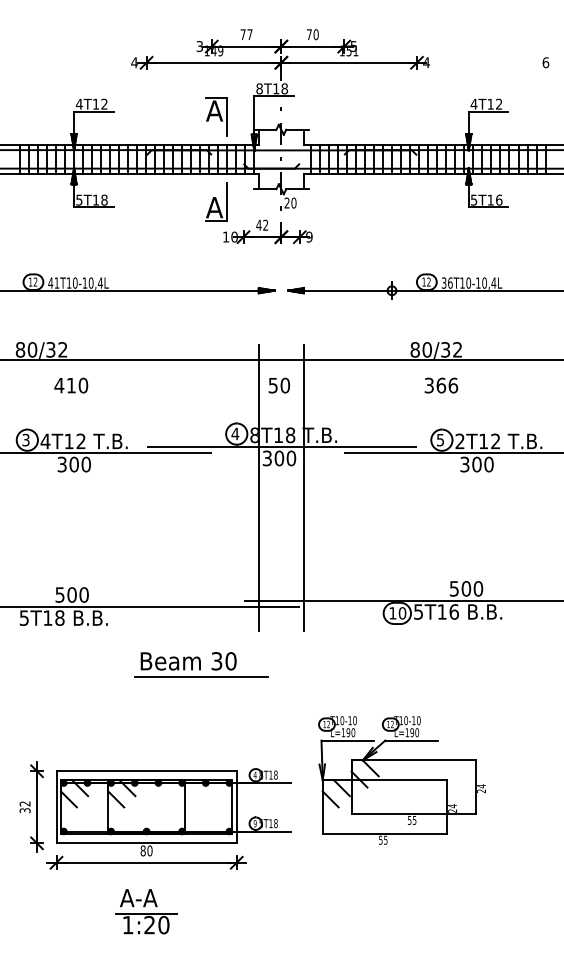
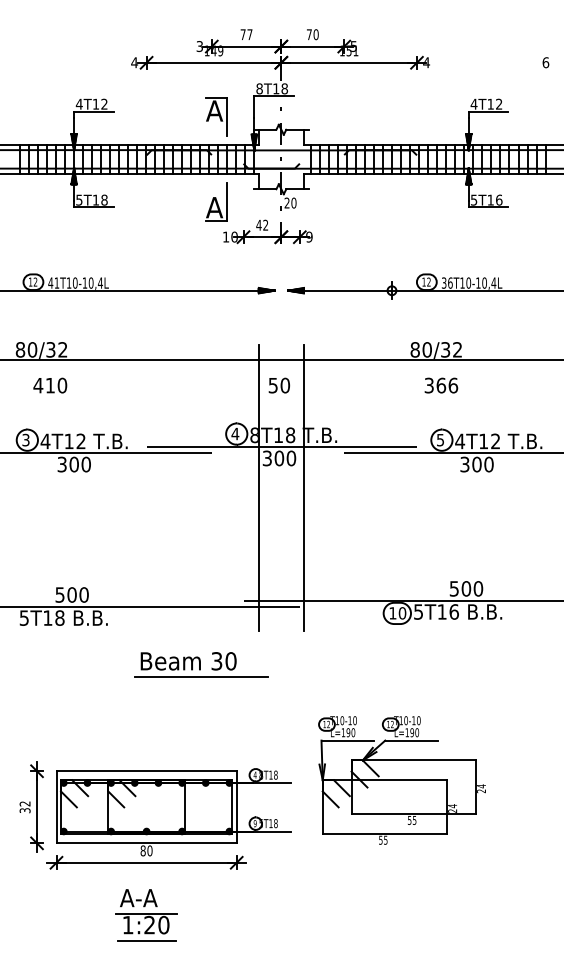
text at (71, 385) position: (71, 385) -> (50, 385)
text at (460, 441): 2T12 -> 4T12
line at (146, 940): none -> present
